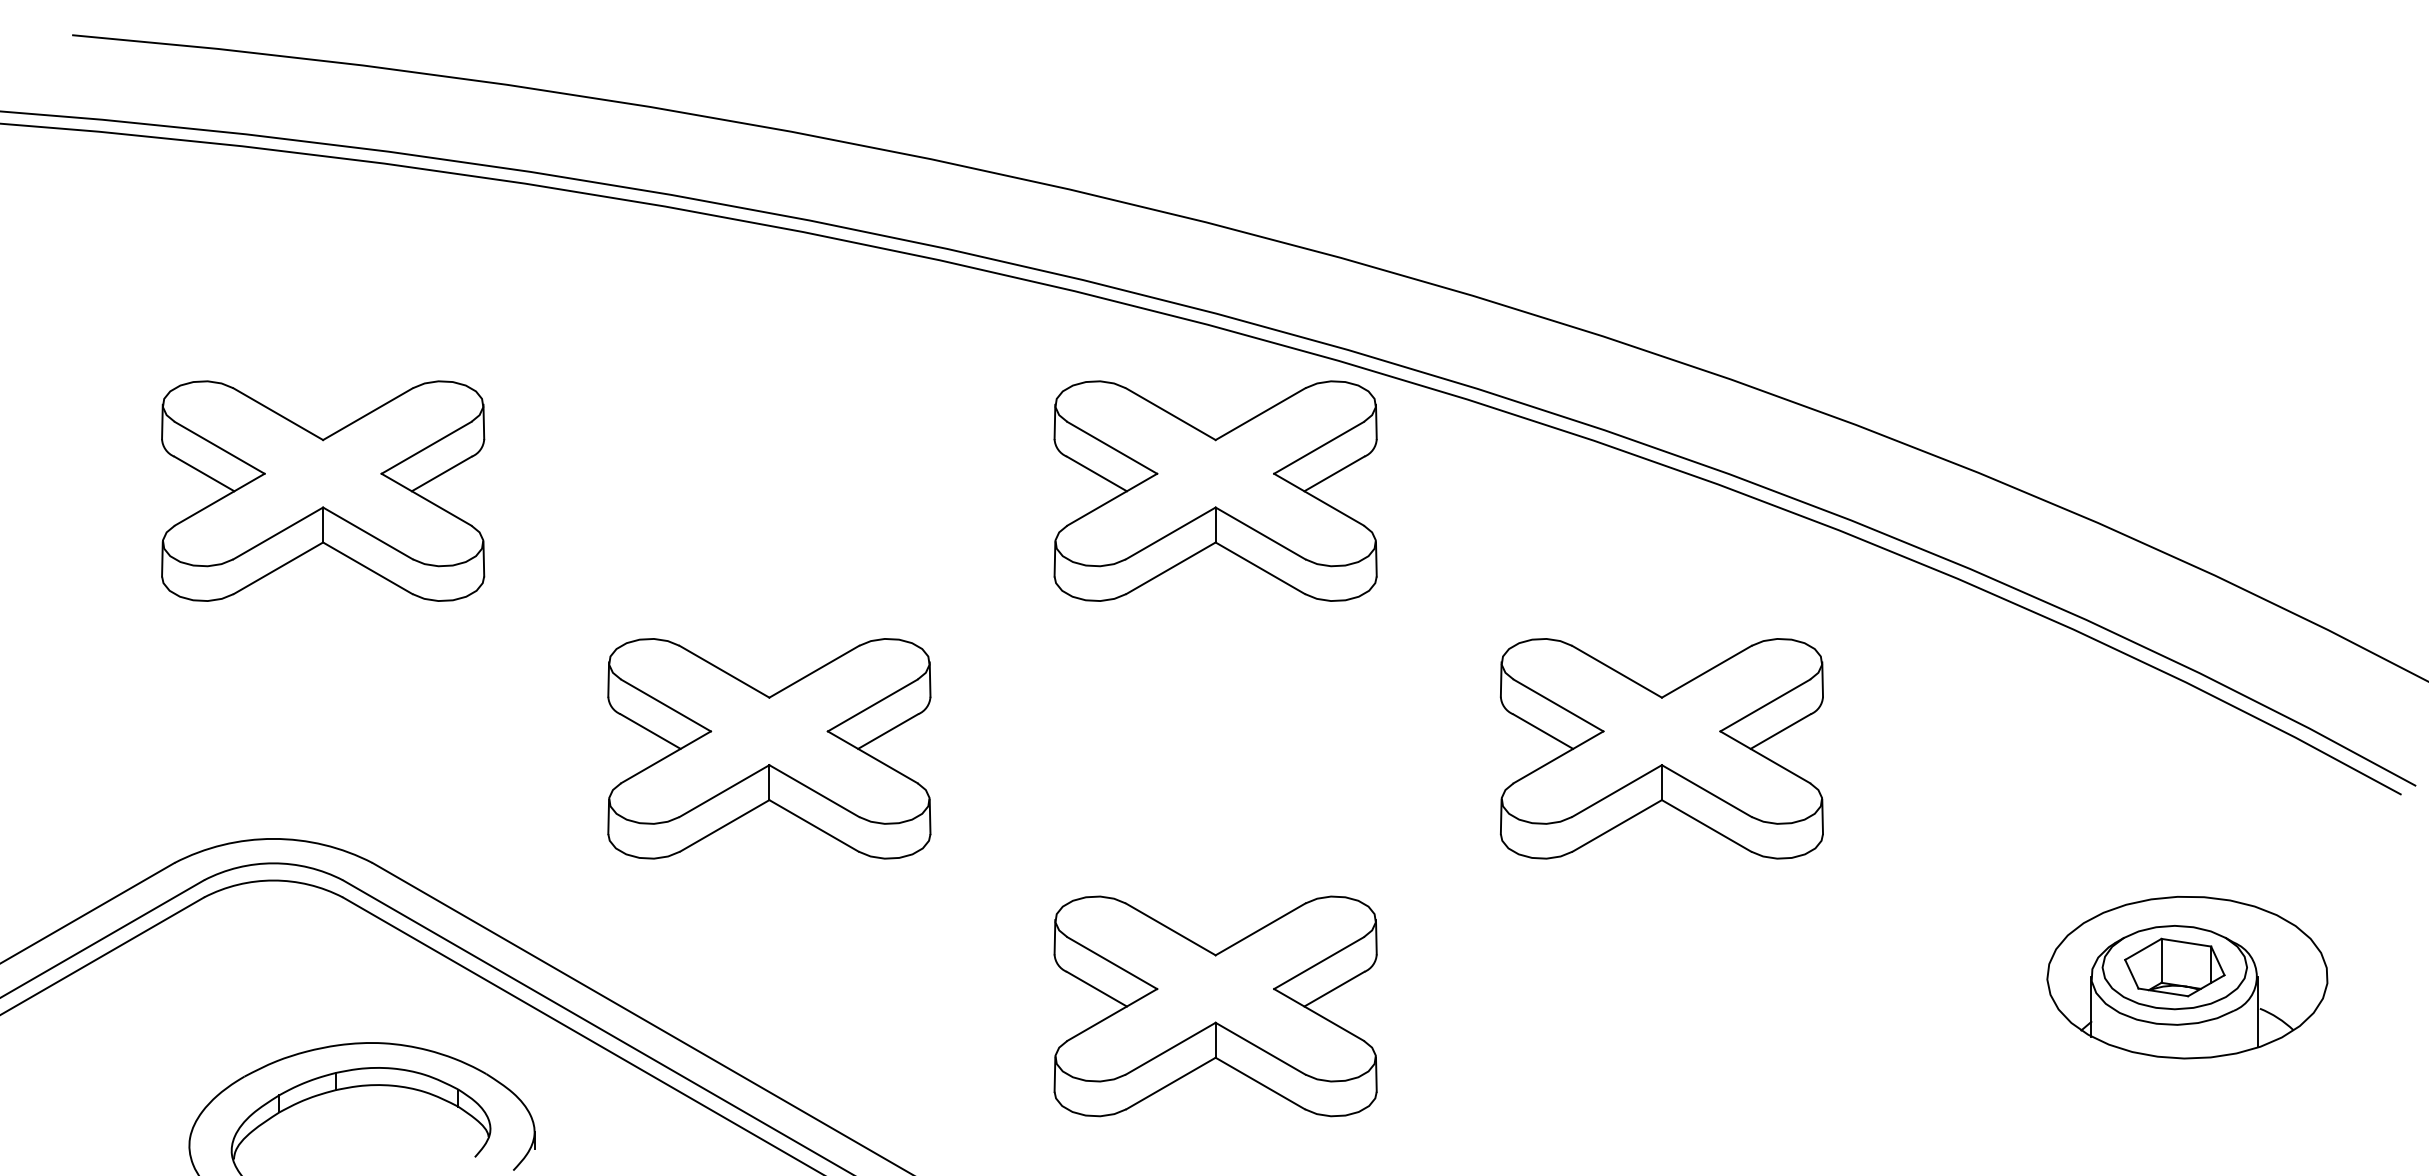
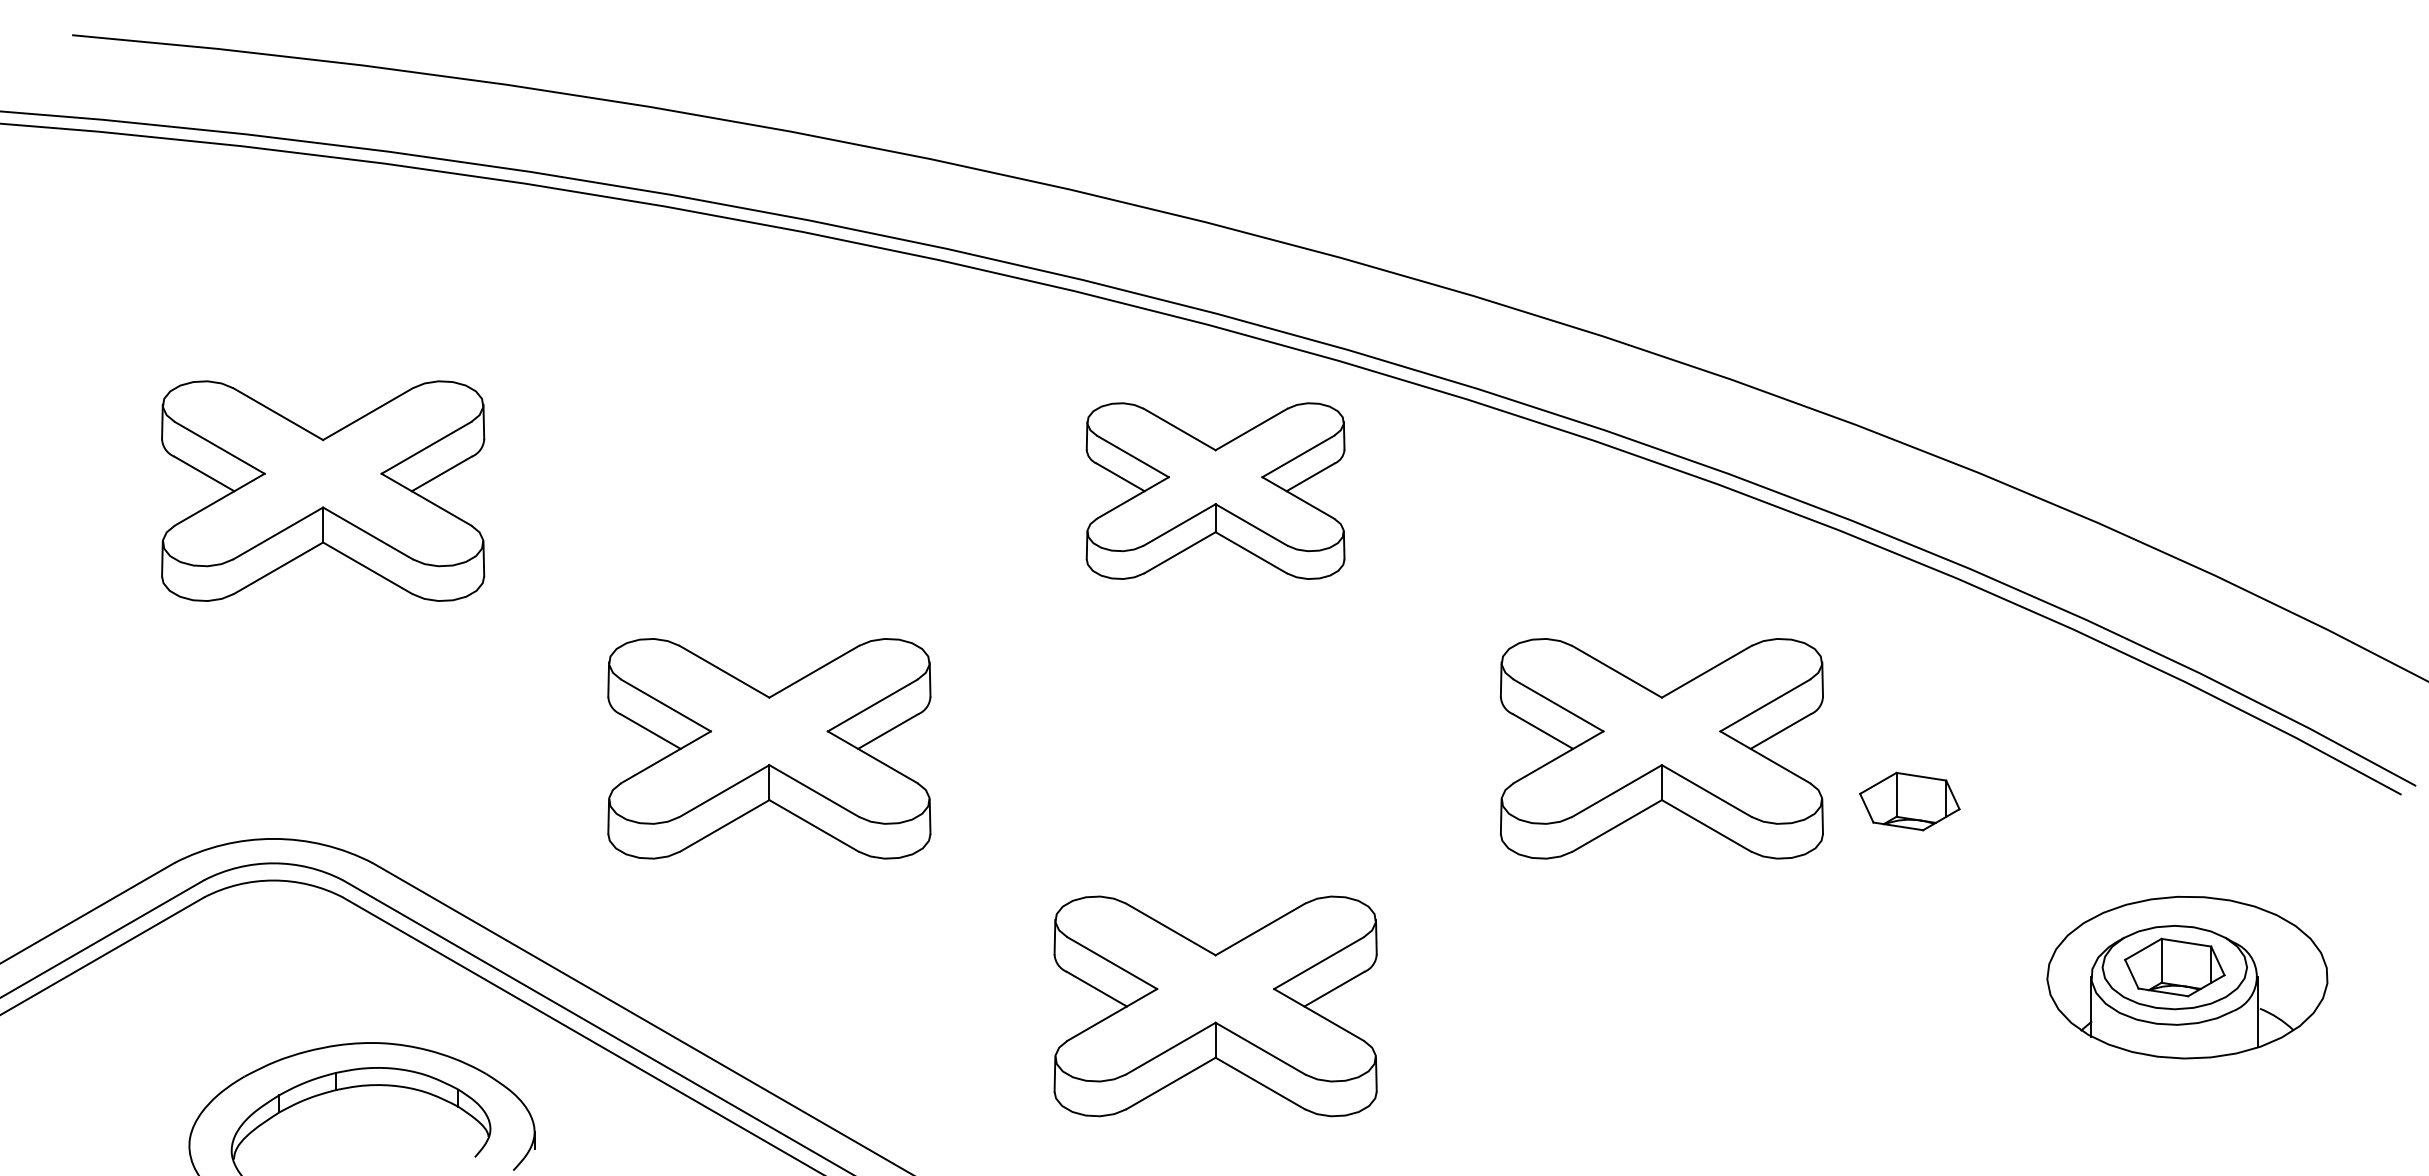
part at (1215, 490) size: 325x222 px -> 261x178 px
part at (1909, 801): none -> present
